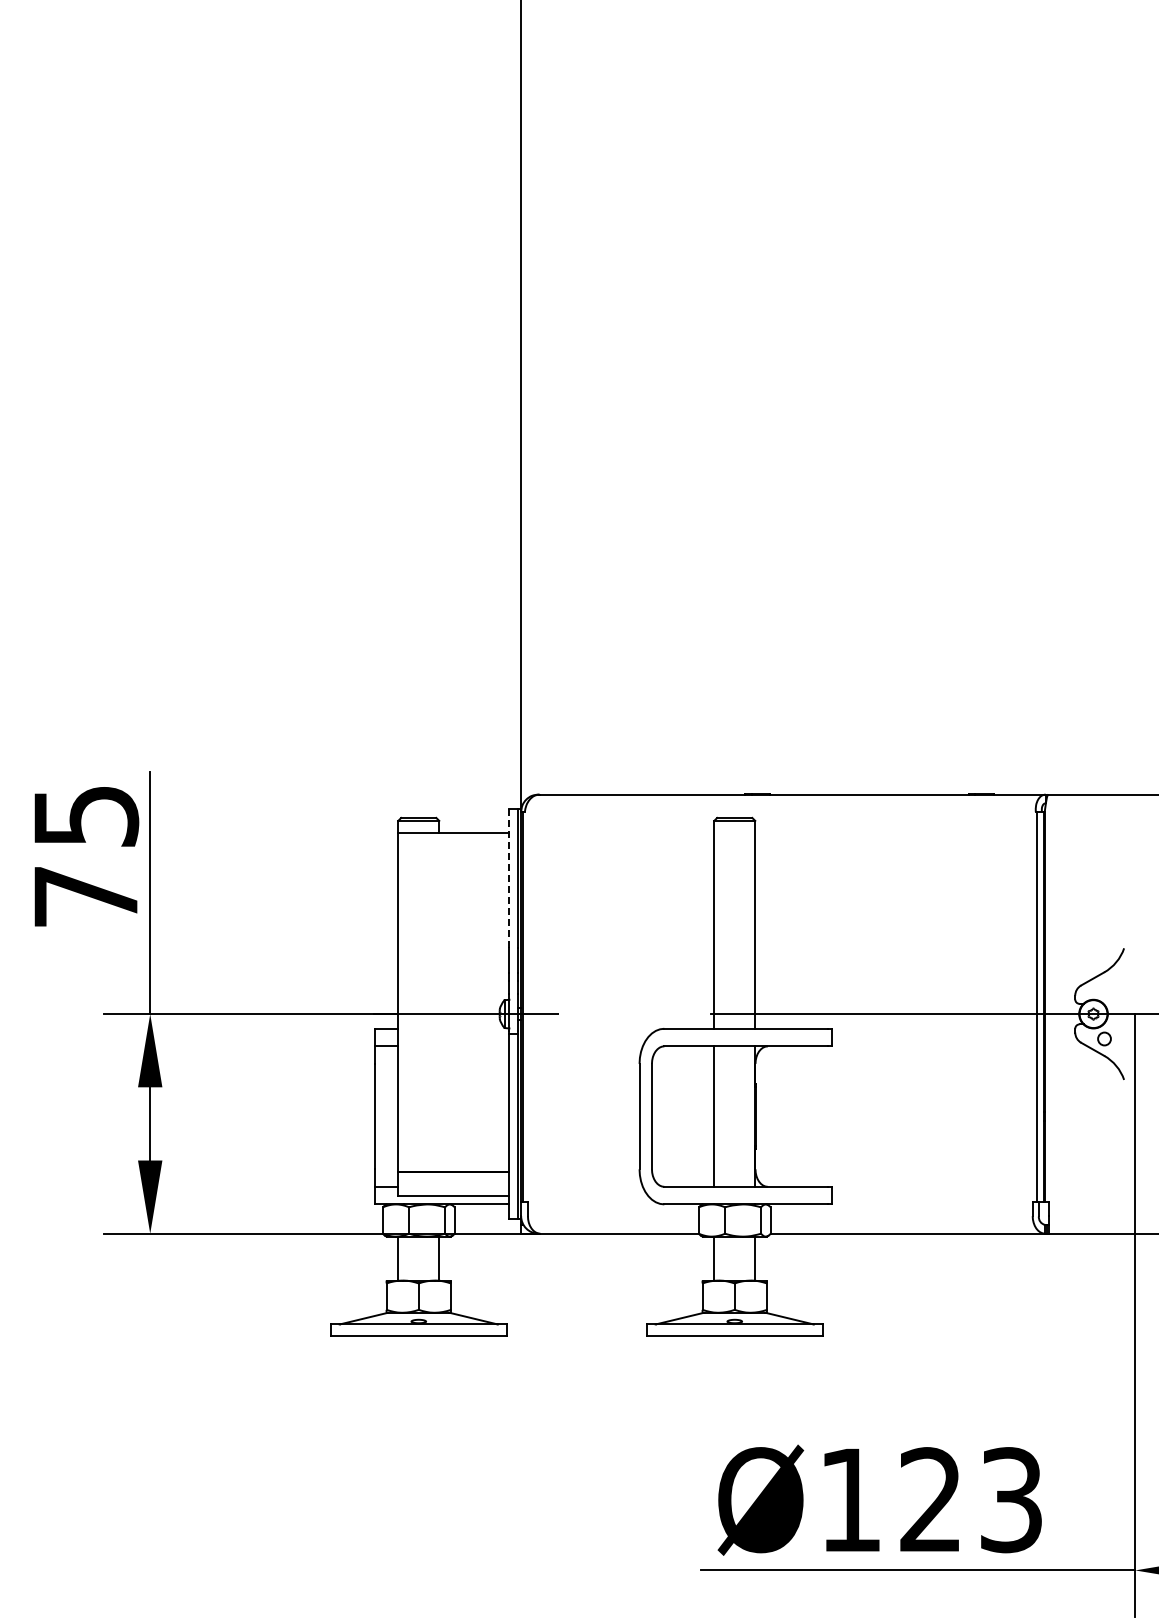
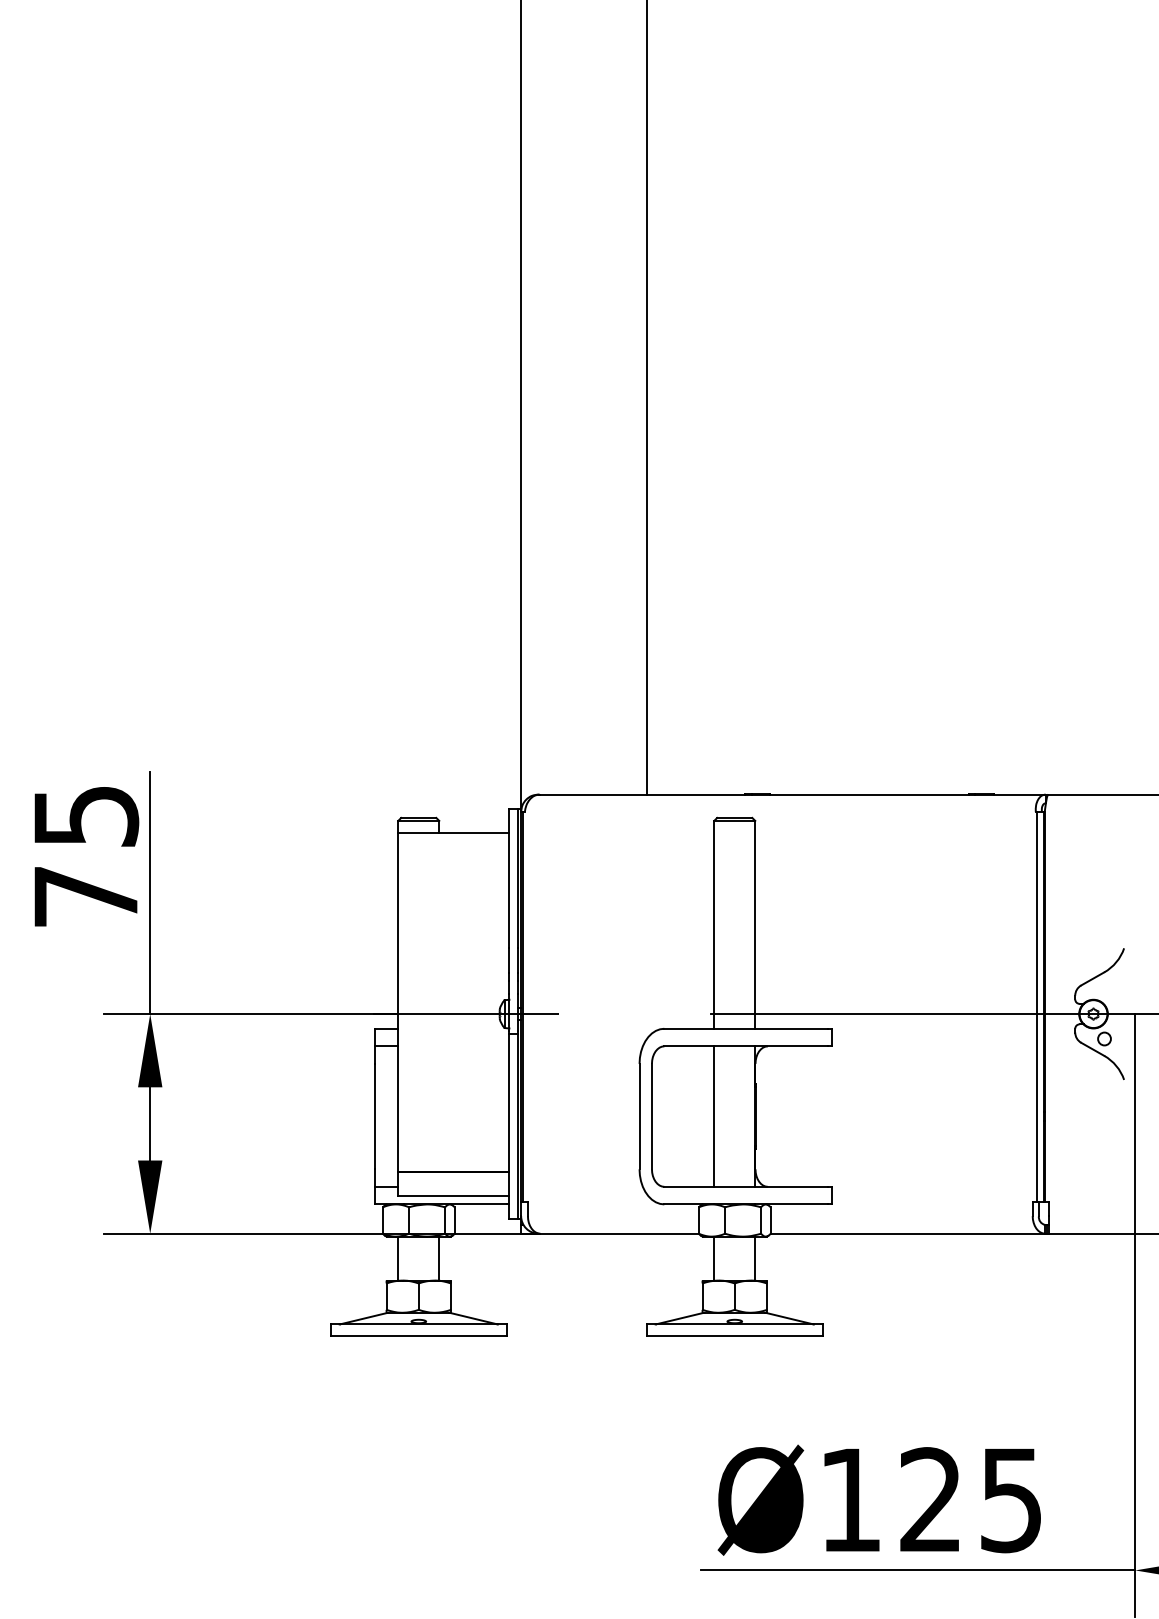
line at (647, 398): none -> present
line at (509, 878): dashed -> solid
text at (1011, 1499): Ø123 -> Ø125
